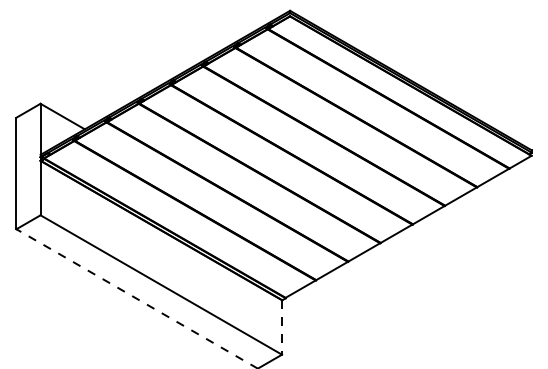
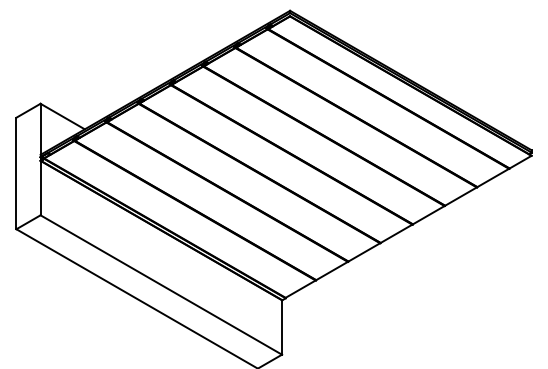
line at (136, 298): dashed -> solid
line at (282, 327): dashed -> solid
